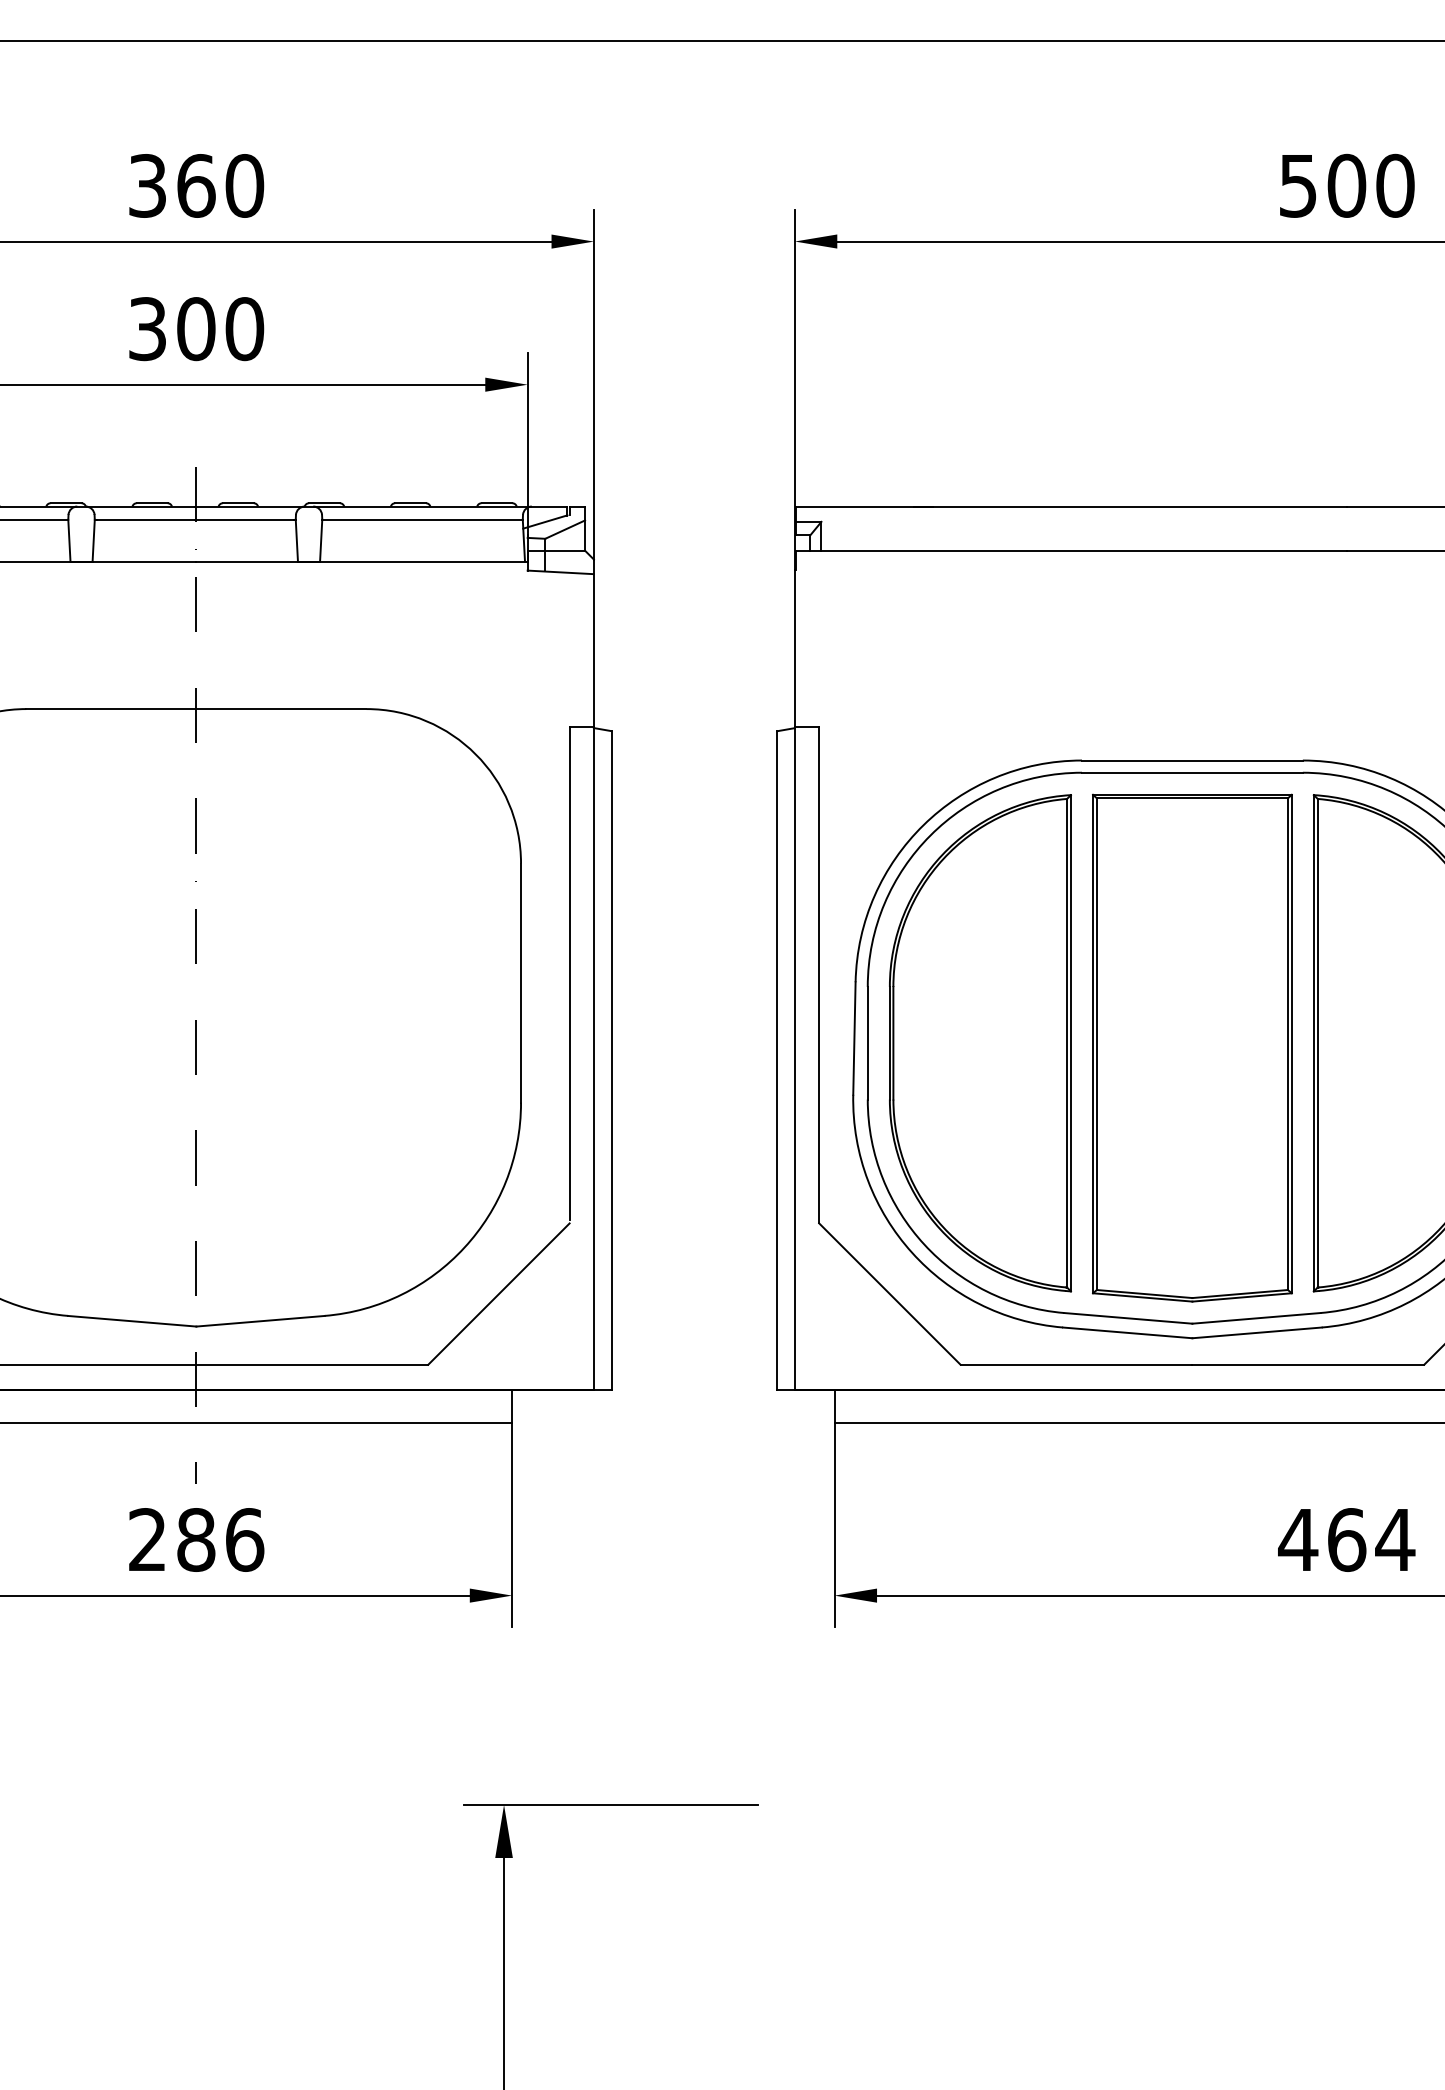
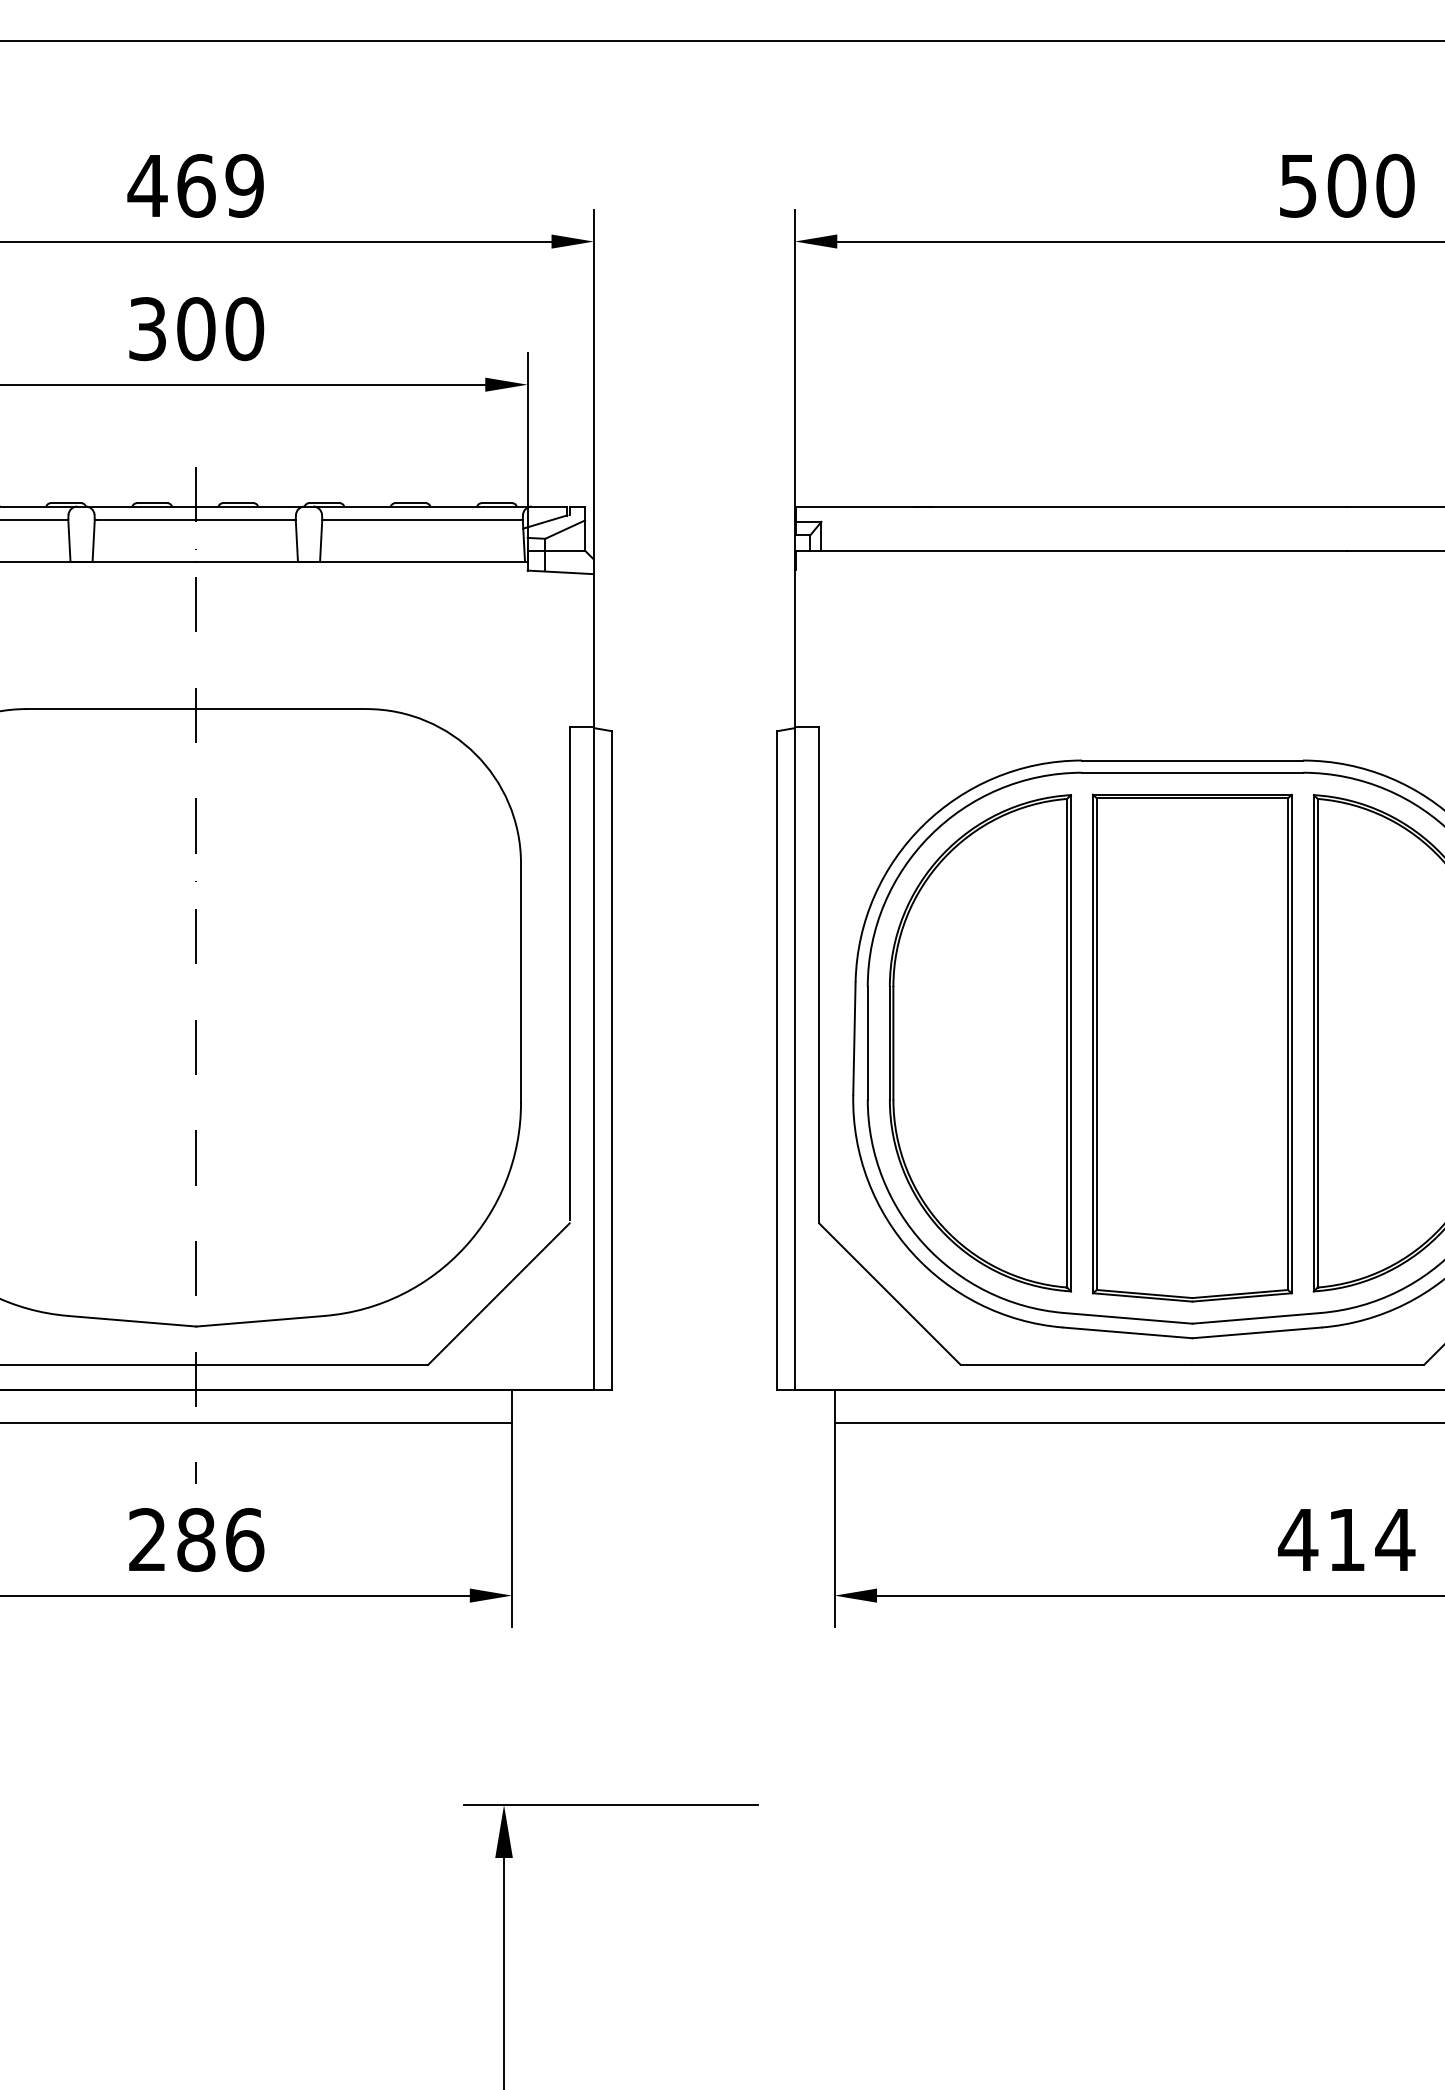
text at (195, 185): 360 -> 469
text at (1347, 1539): 464 -> 414
